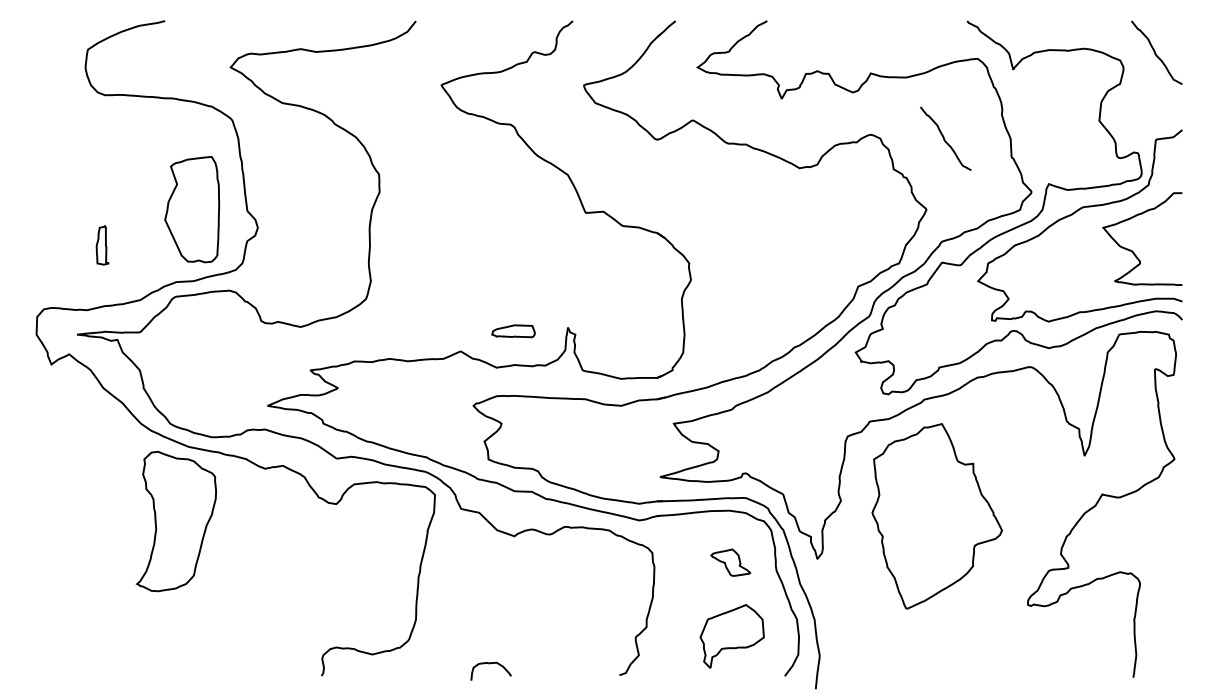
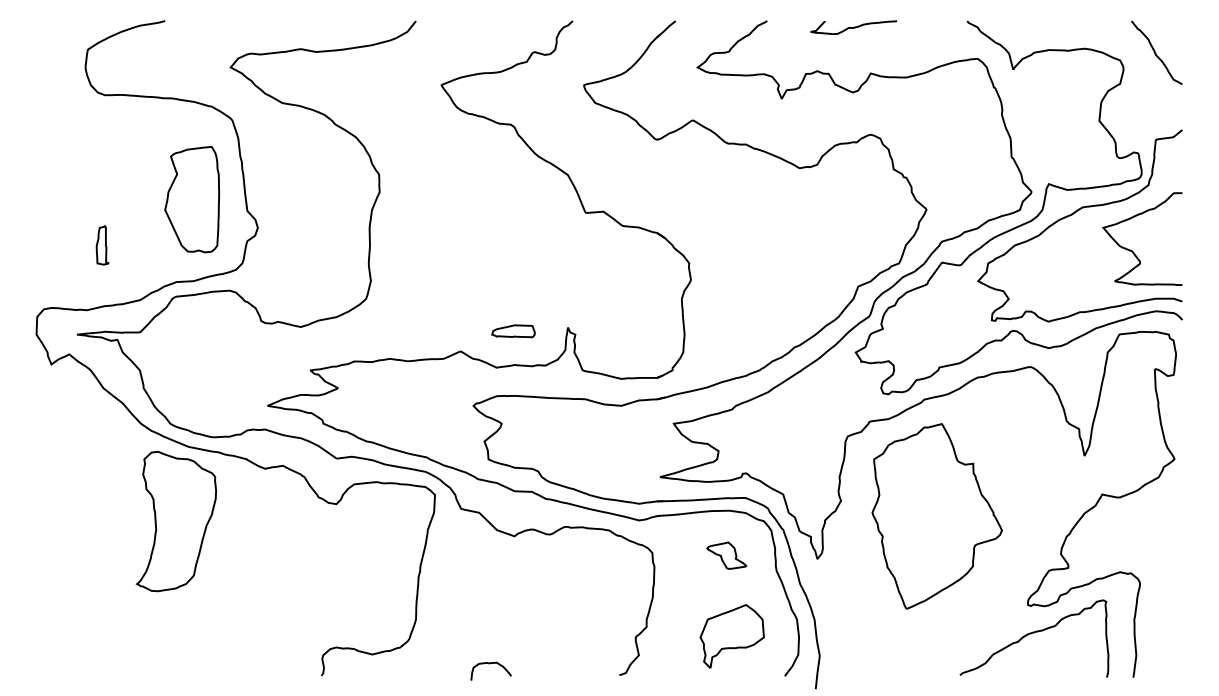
curve at (853, 27): none -> present
curve at (944, 138): present -> none
part at (192, 209) position: (192, 209) -> (192, 199)
part at (730, 562) position: (730, 562) -> (726, 555)
curve at (1034, 633): none -> present
